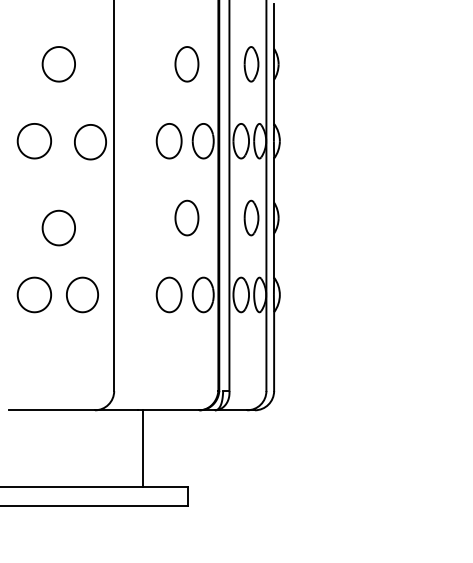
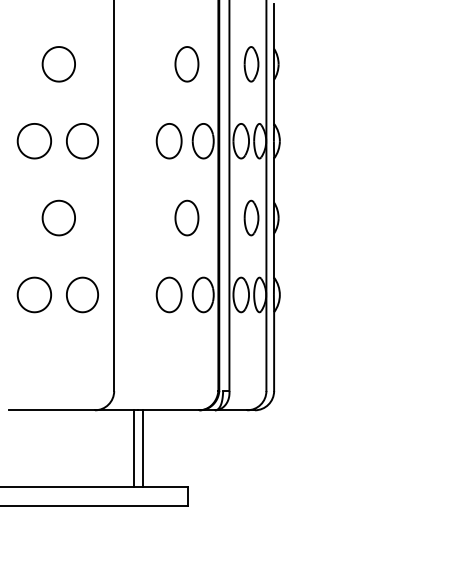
part at (90, 142) position: (90, 142) -> (82, 141)
part at (58, 227) position: (58, 227) -> (58, 217)
line at (134, 448): none -> present
